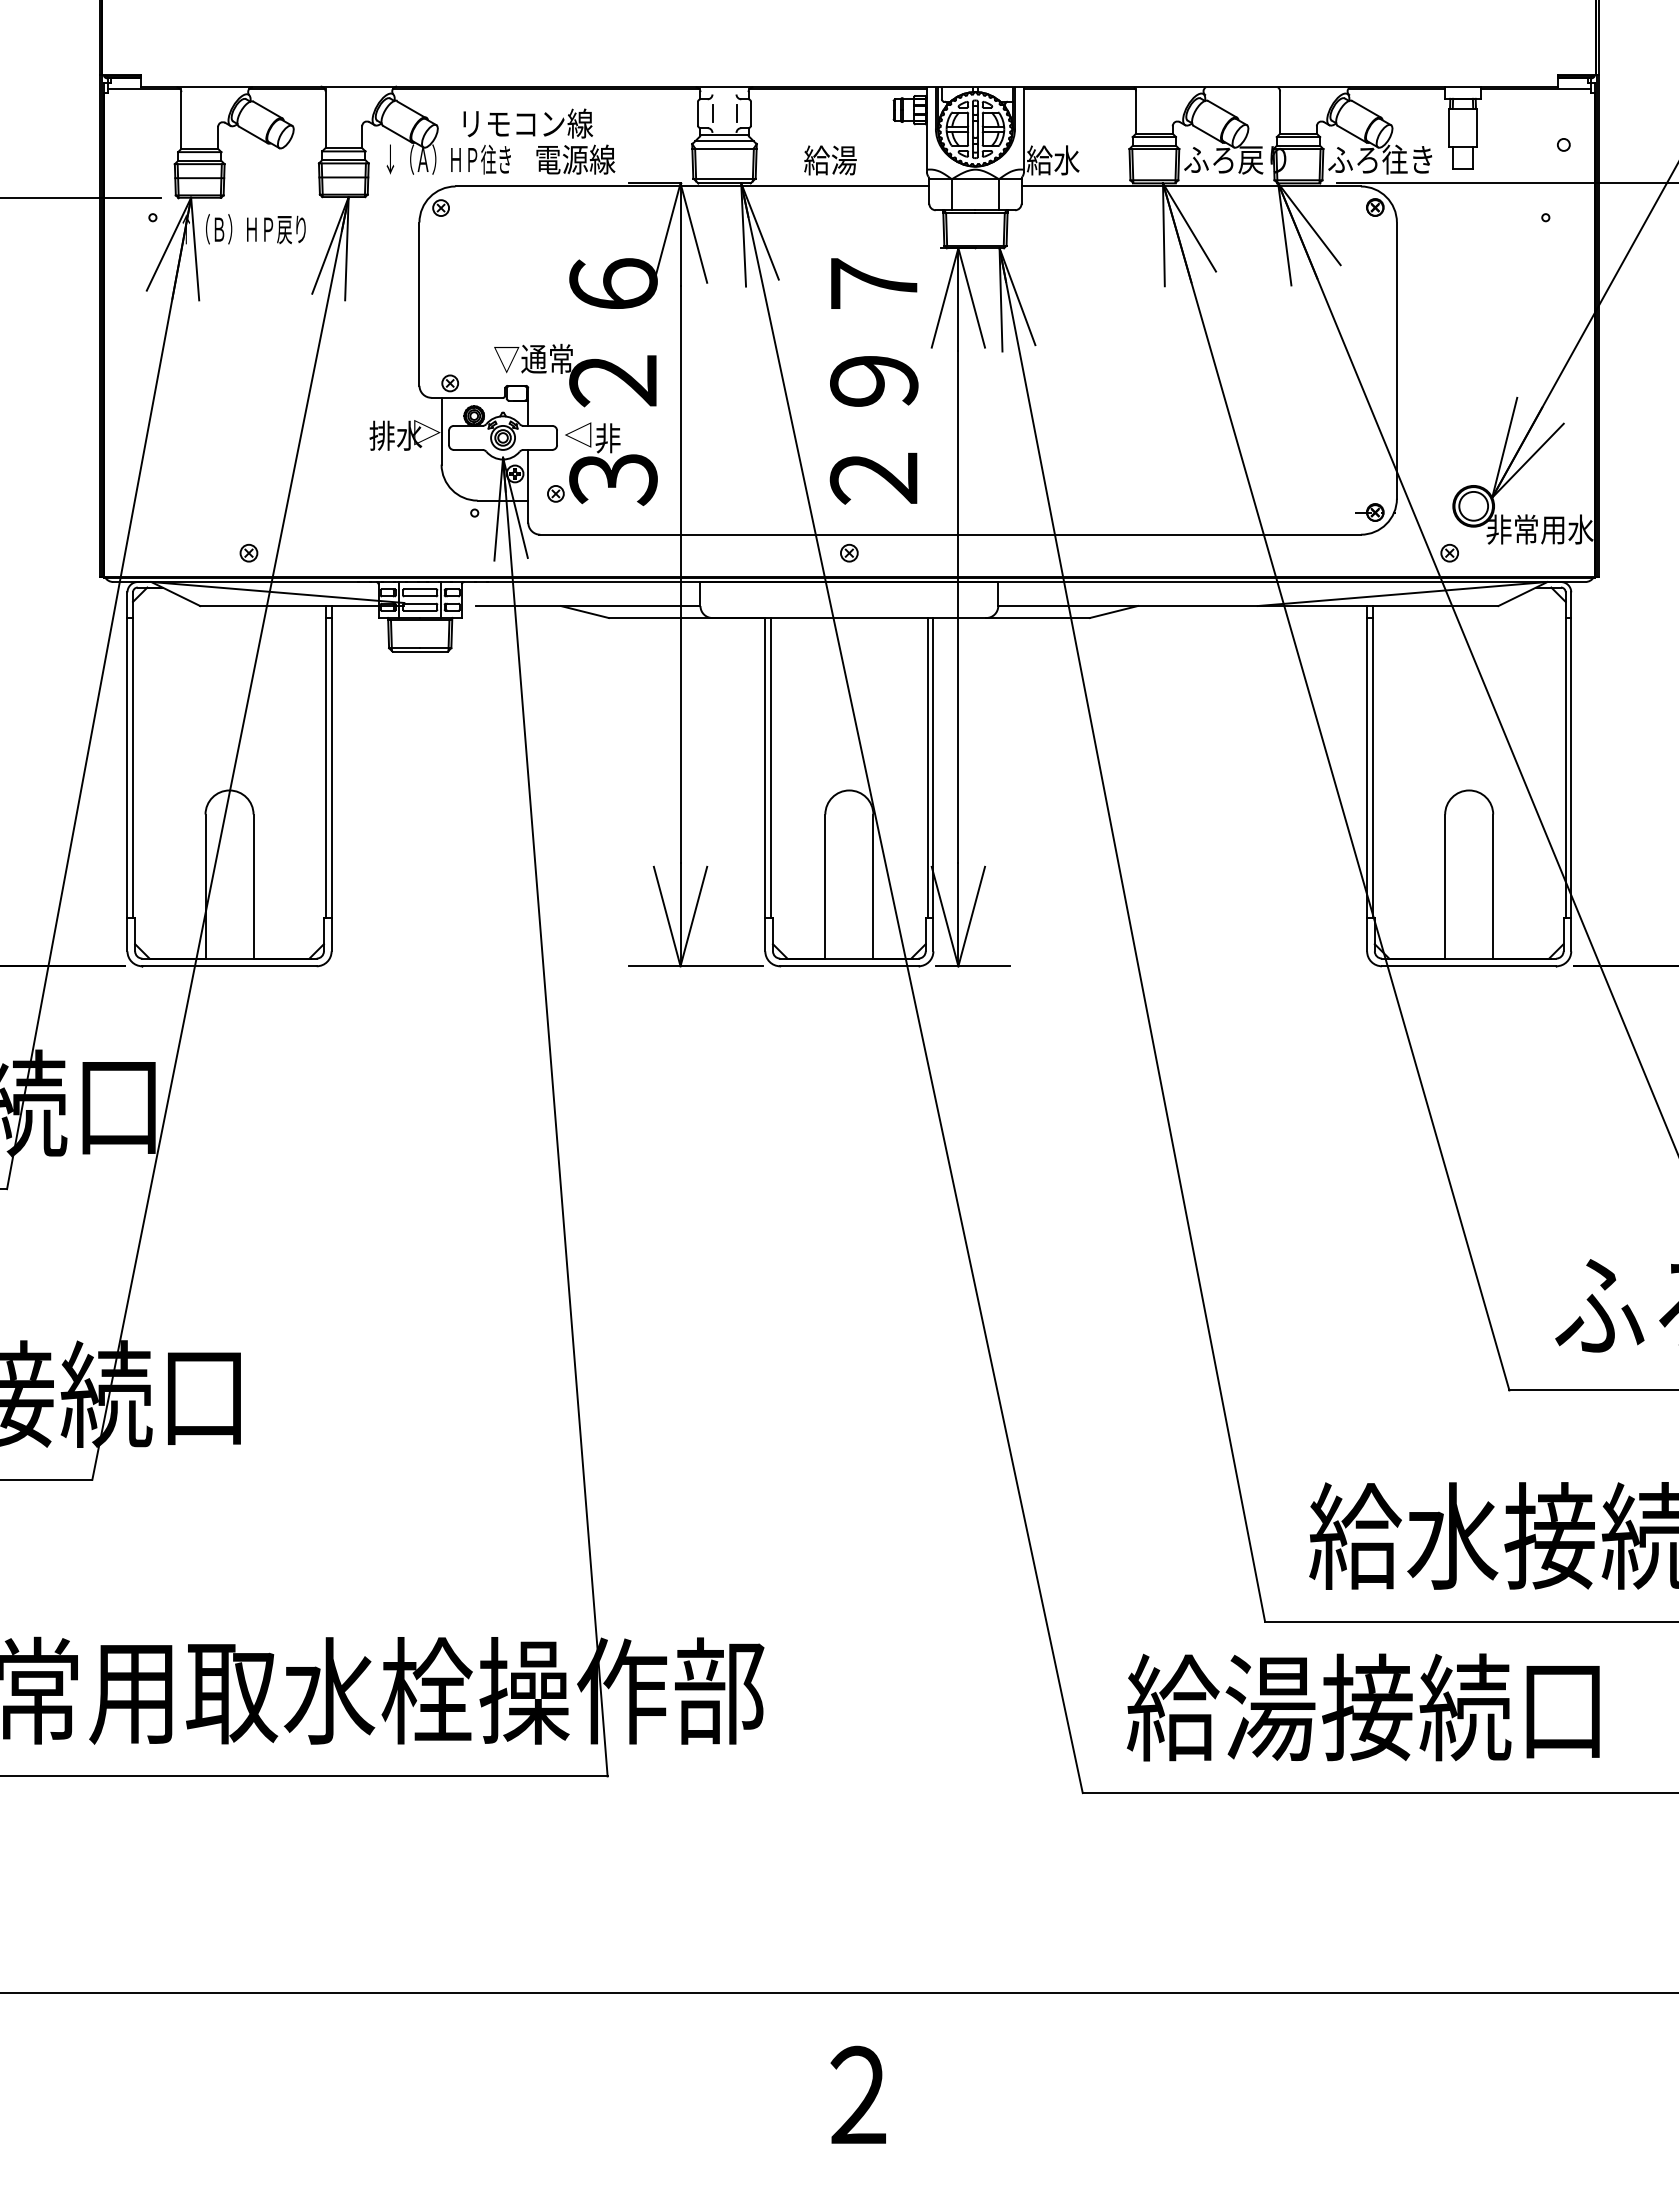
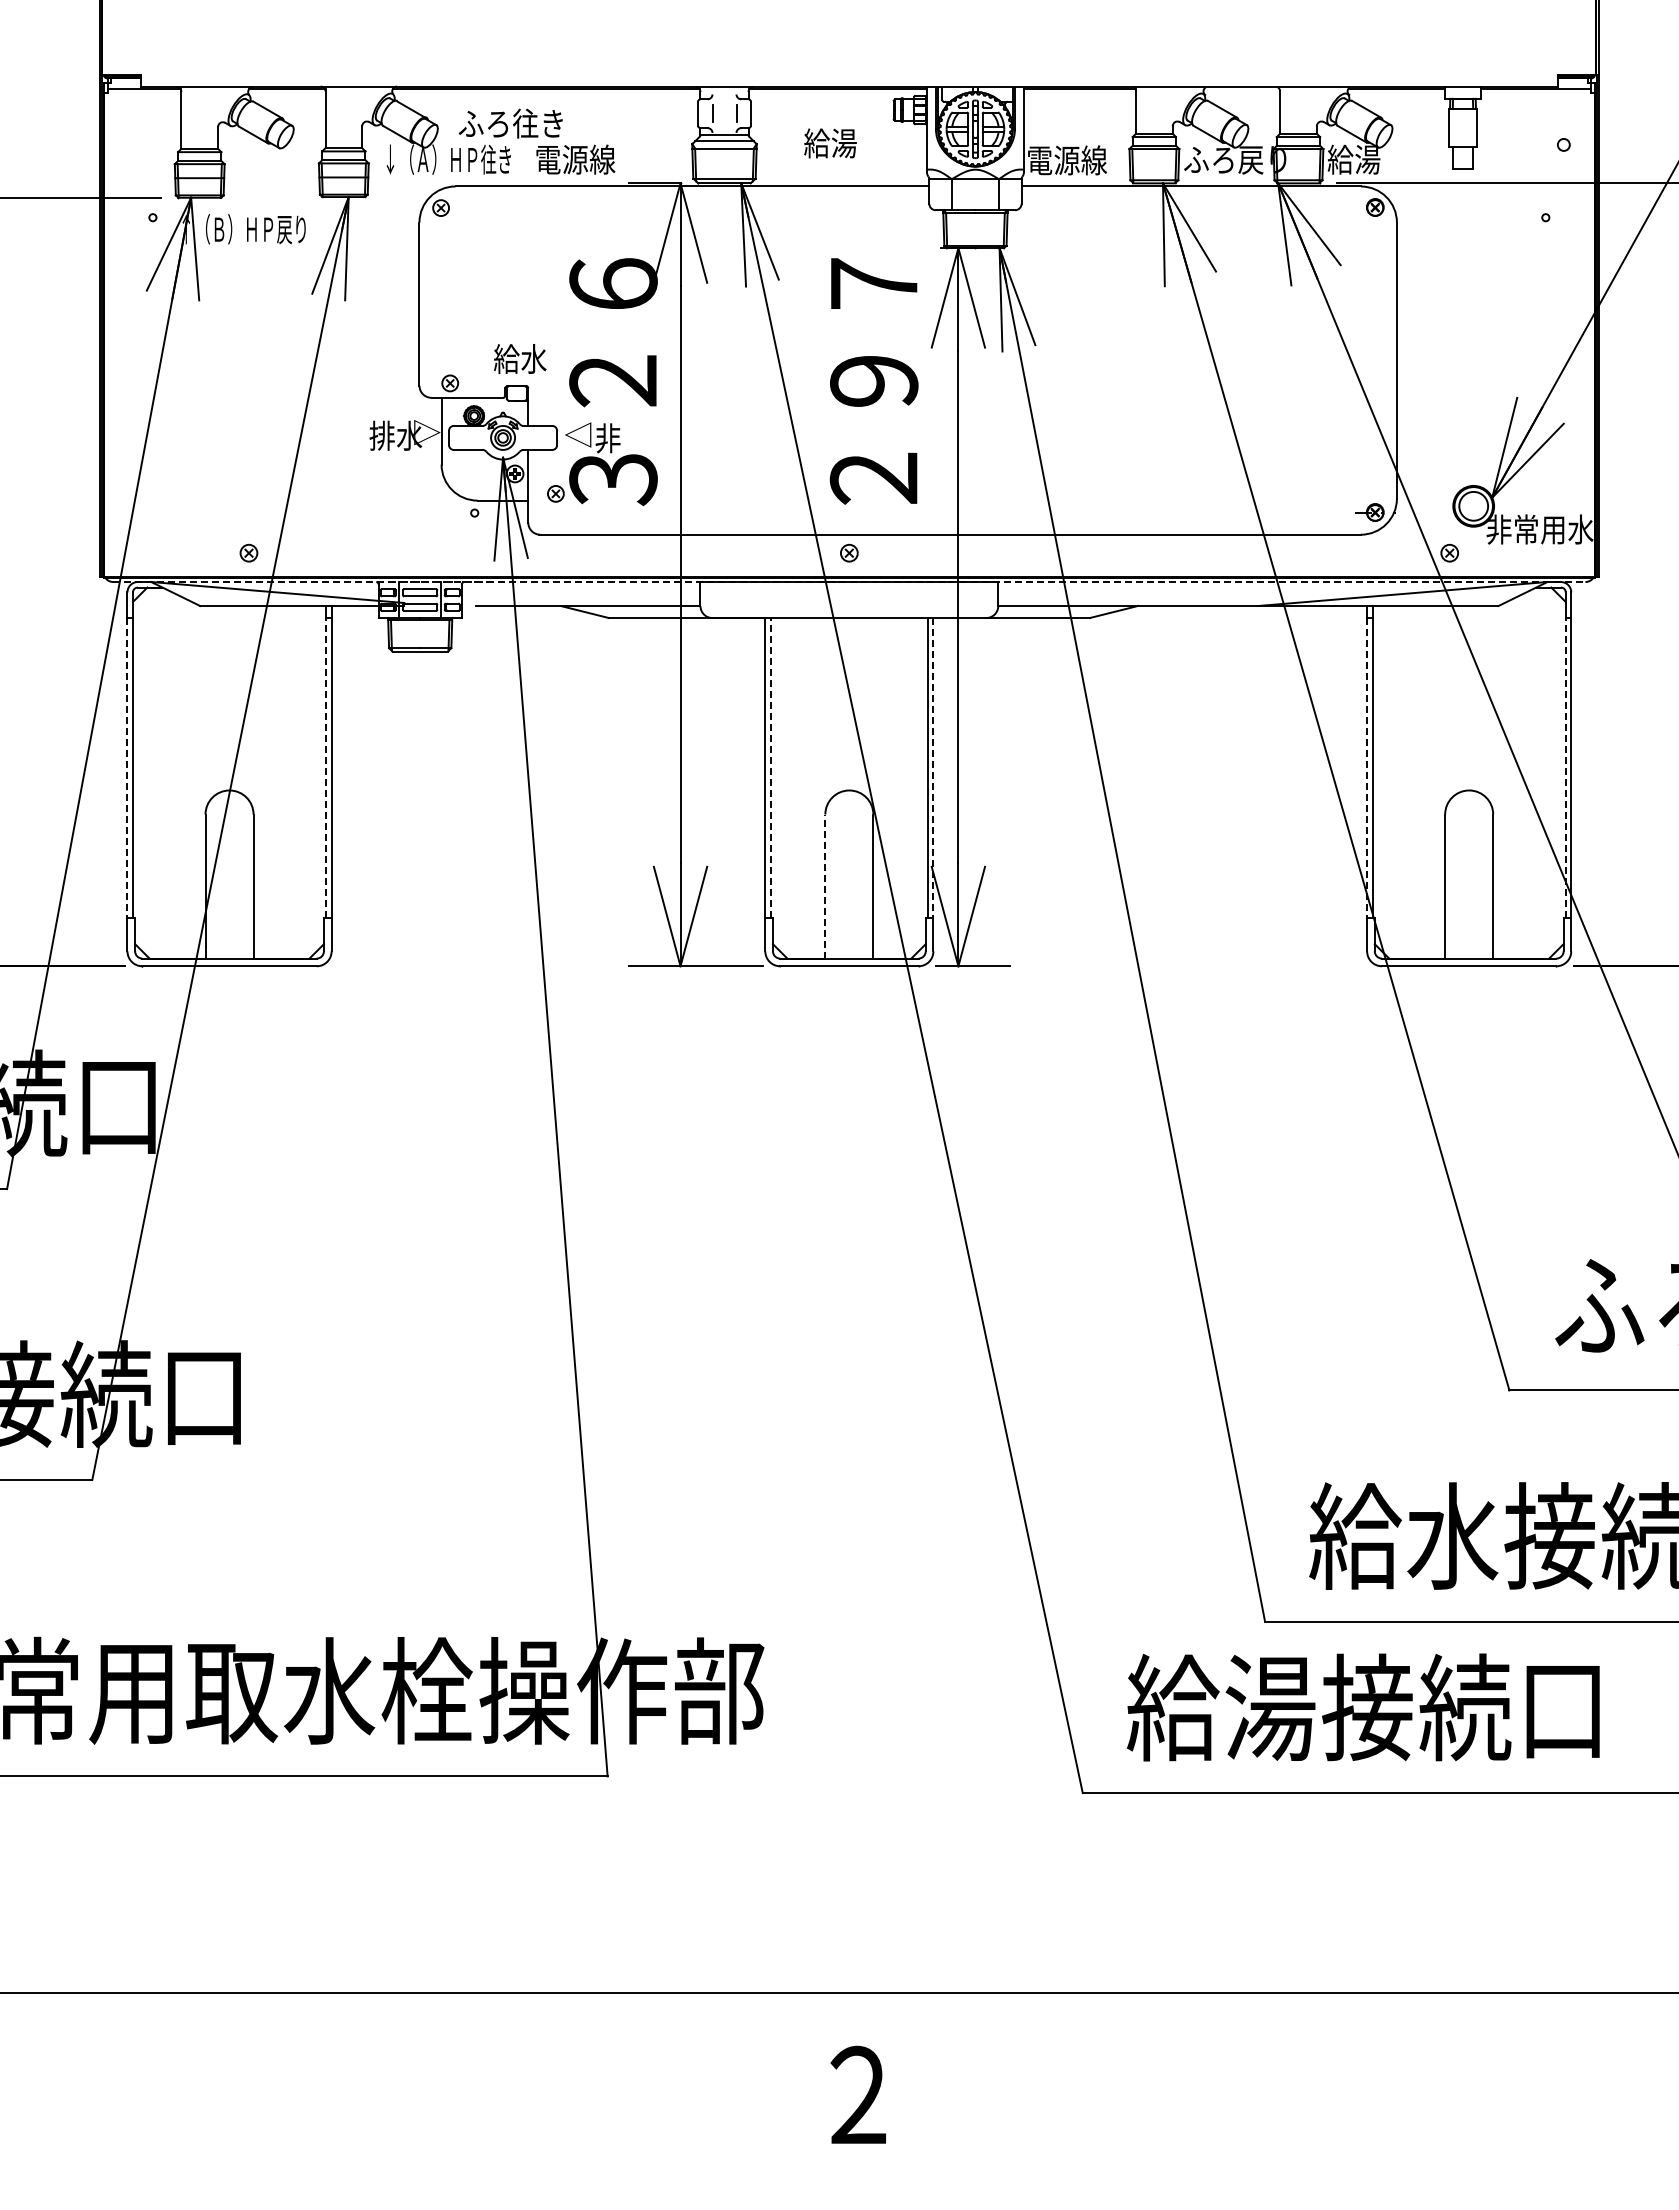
text at (525, 123): リモコン線 -> ふろ往き
text at (1379, 159): ふろ往き -> 給湯
text at (830, 160) position: (830, 160) -> (830, 143)
text at (1066, 160): 給水 -> 電源線
text at (533, 358): ▽通常 -> 給水
line at (849, 582): solid -> dashed
line at (326, 767): solid -> dashed
line at (770, 767): solid -> dashed
line at (1565, 767): solid -> dashed
line at (127, 768): solid -> dashed
line at (933, 768): solid -> dashed
line at (1367, 768): solid -> dashed
line at (825, 886): solid -> dashed
